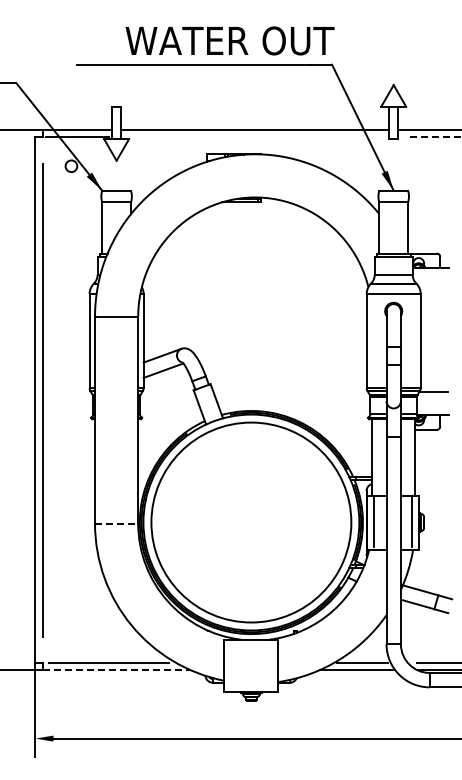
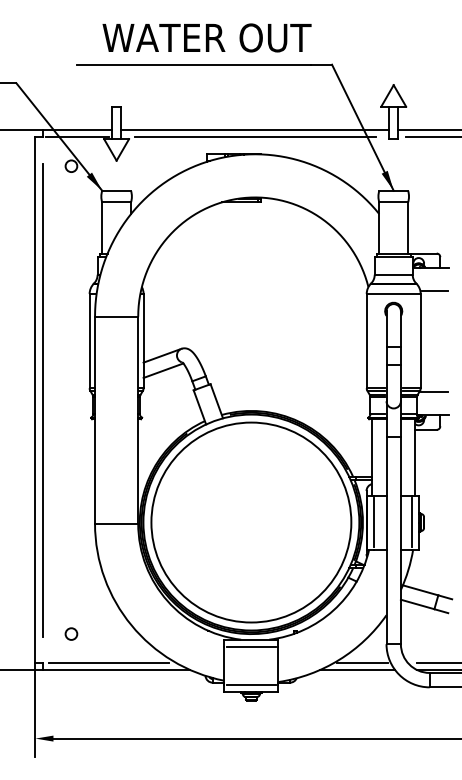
text at (229, 40) position: (229, 40) -> (206, 37)
line at (254, 137): none -> present
line at (433, 137): dashed -> solid
line at (434, 291): none -> present
line at (117, 523): dashed -> solid
circle at (71, 633): none -> present
line at (251, 646): none -> present
line at (116, 670): dashed -> solid
line at (251, 684): none -> present
